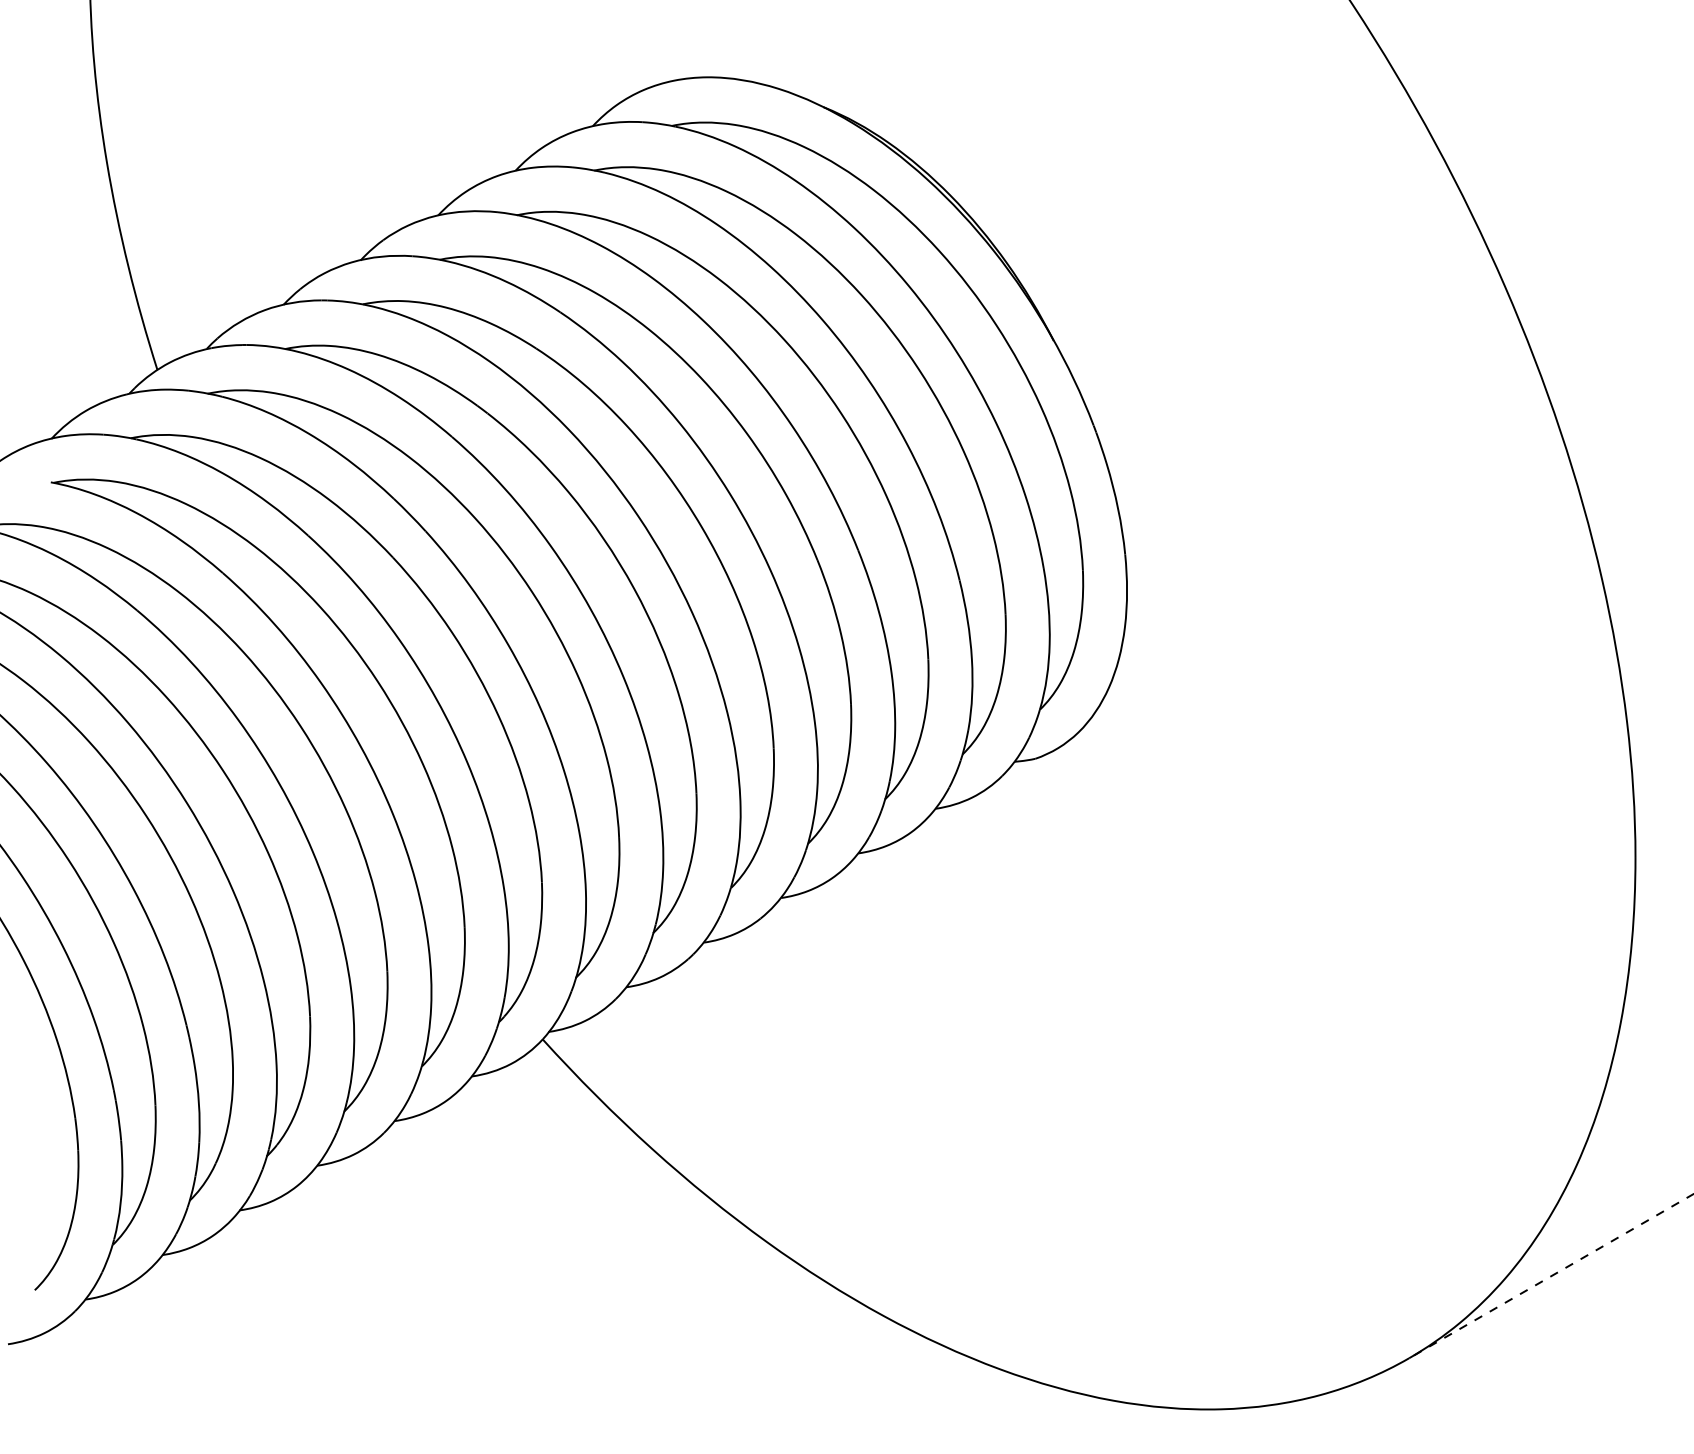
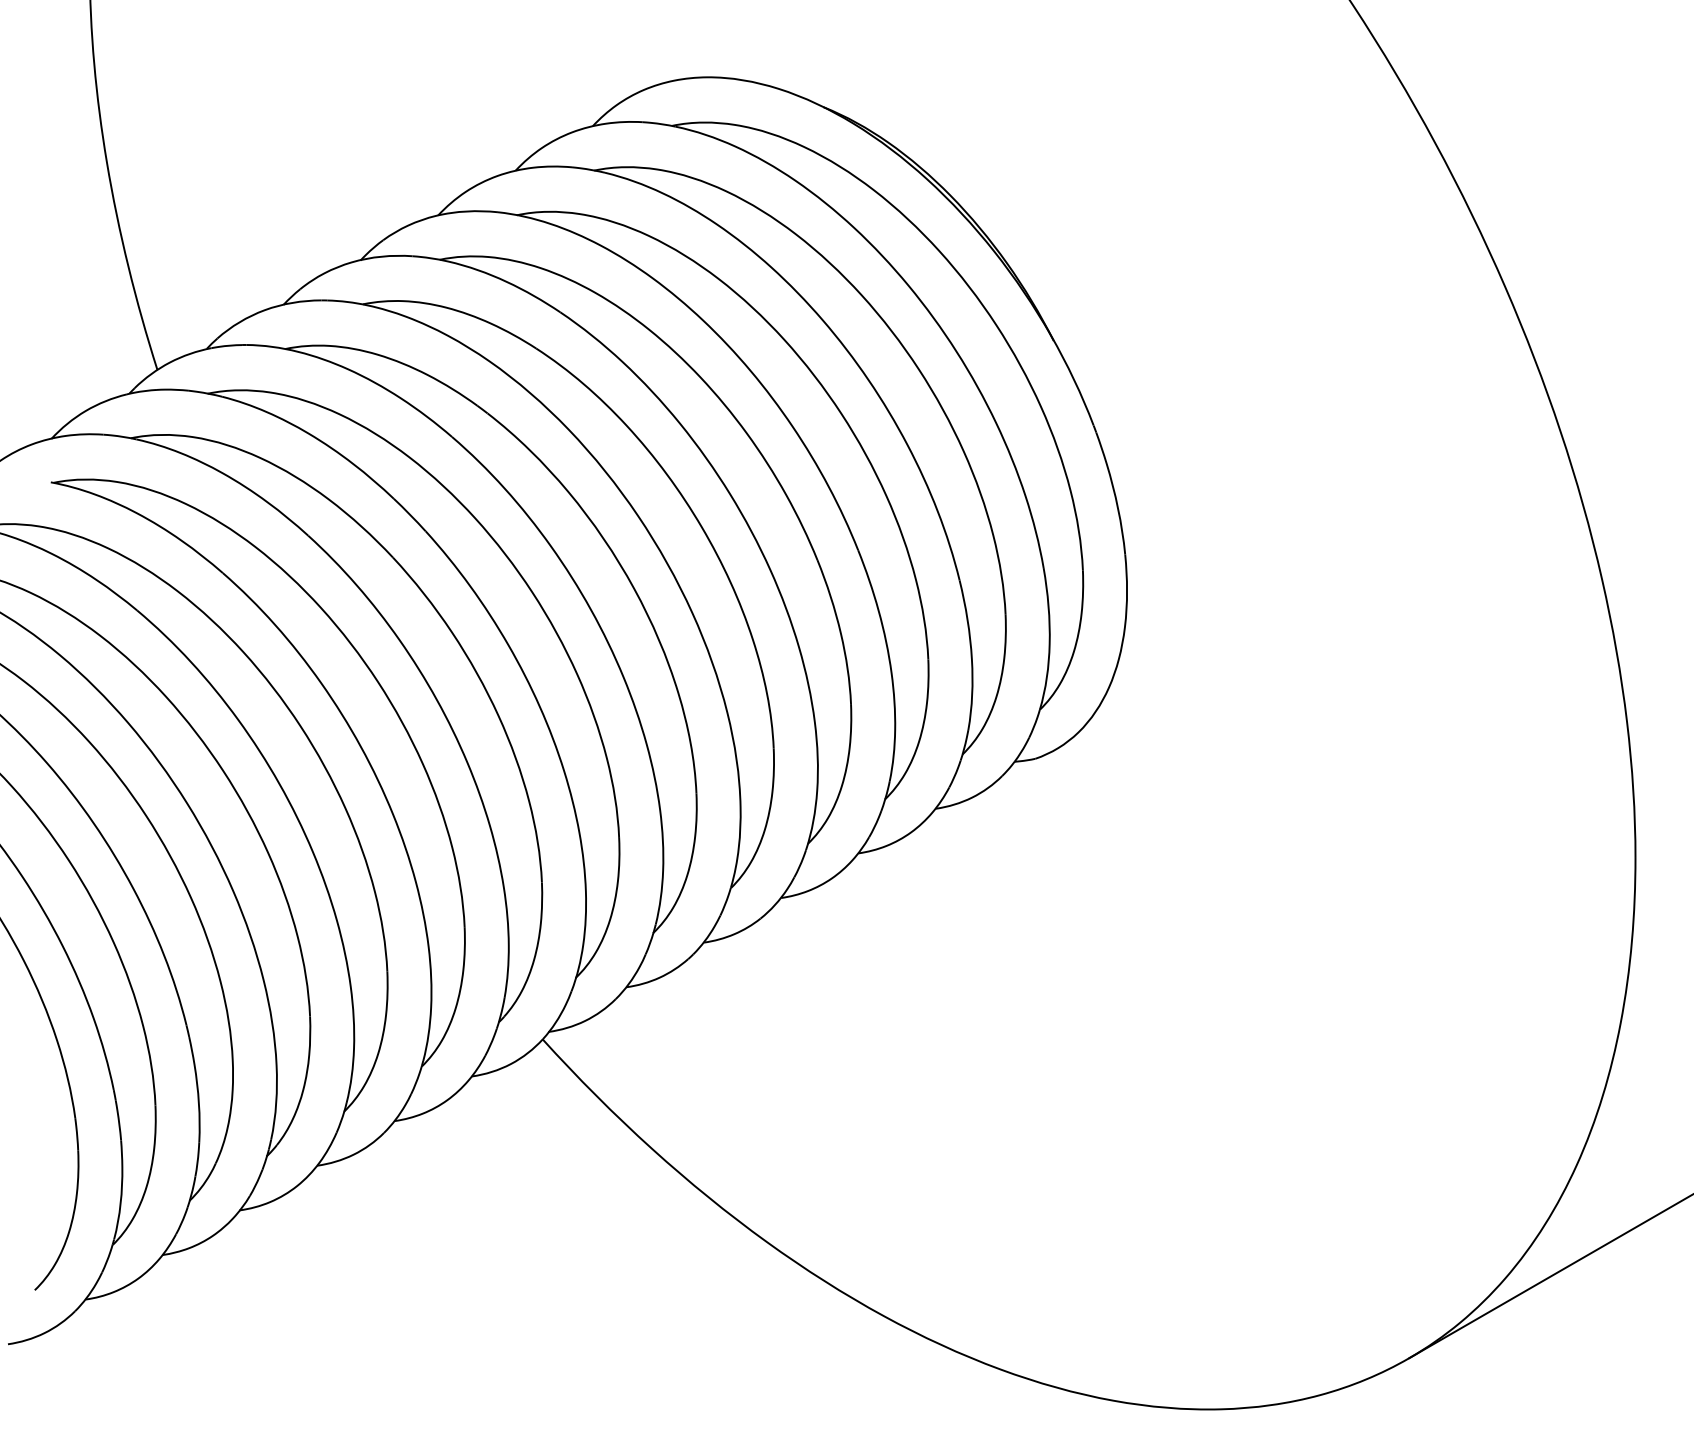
line at (1551, 1276): dashed -> solid
